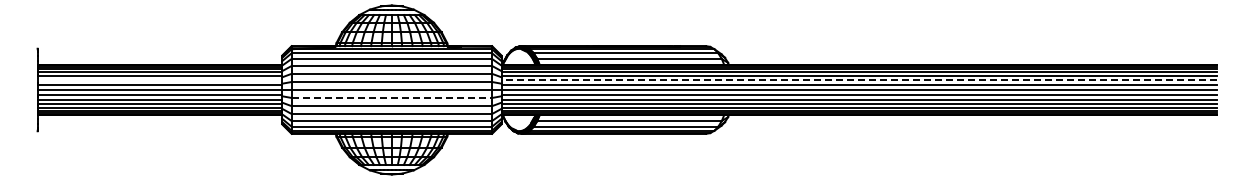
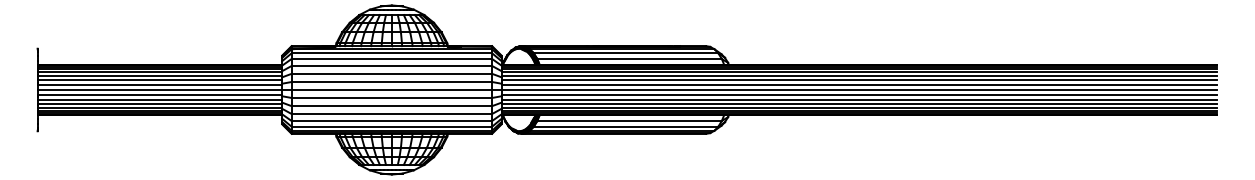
line at (159, 80): none -> present
line at (859, 80): dashed -> solid
line at (392, 97): dashed -> solid
